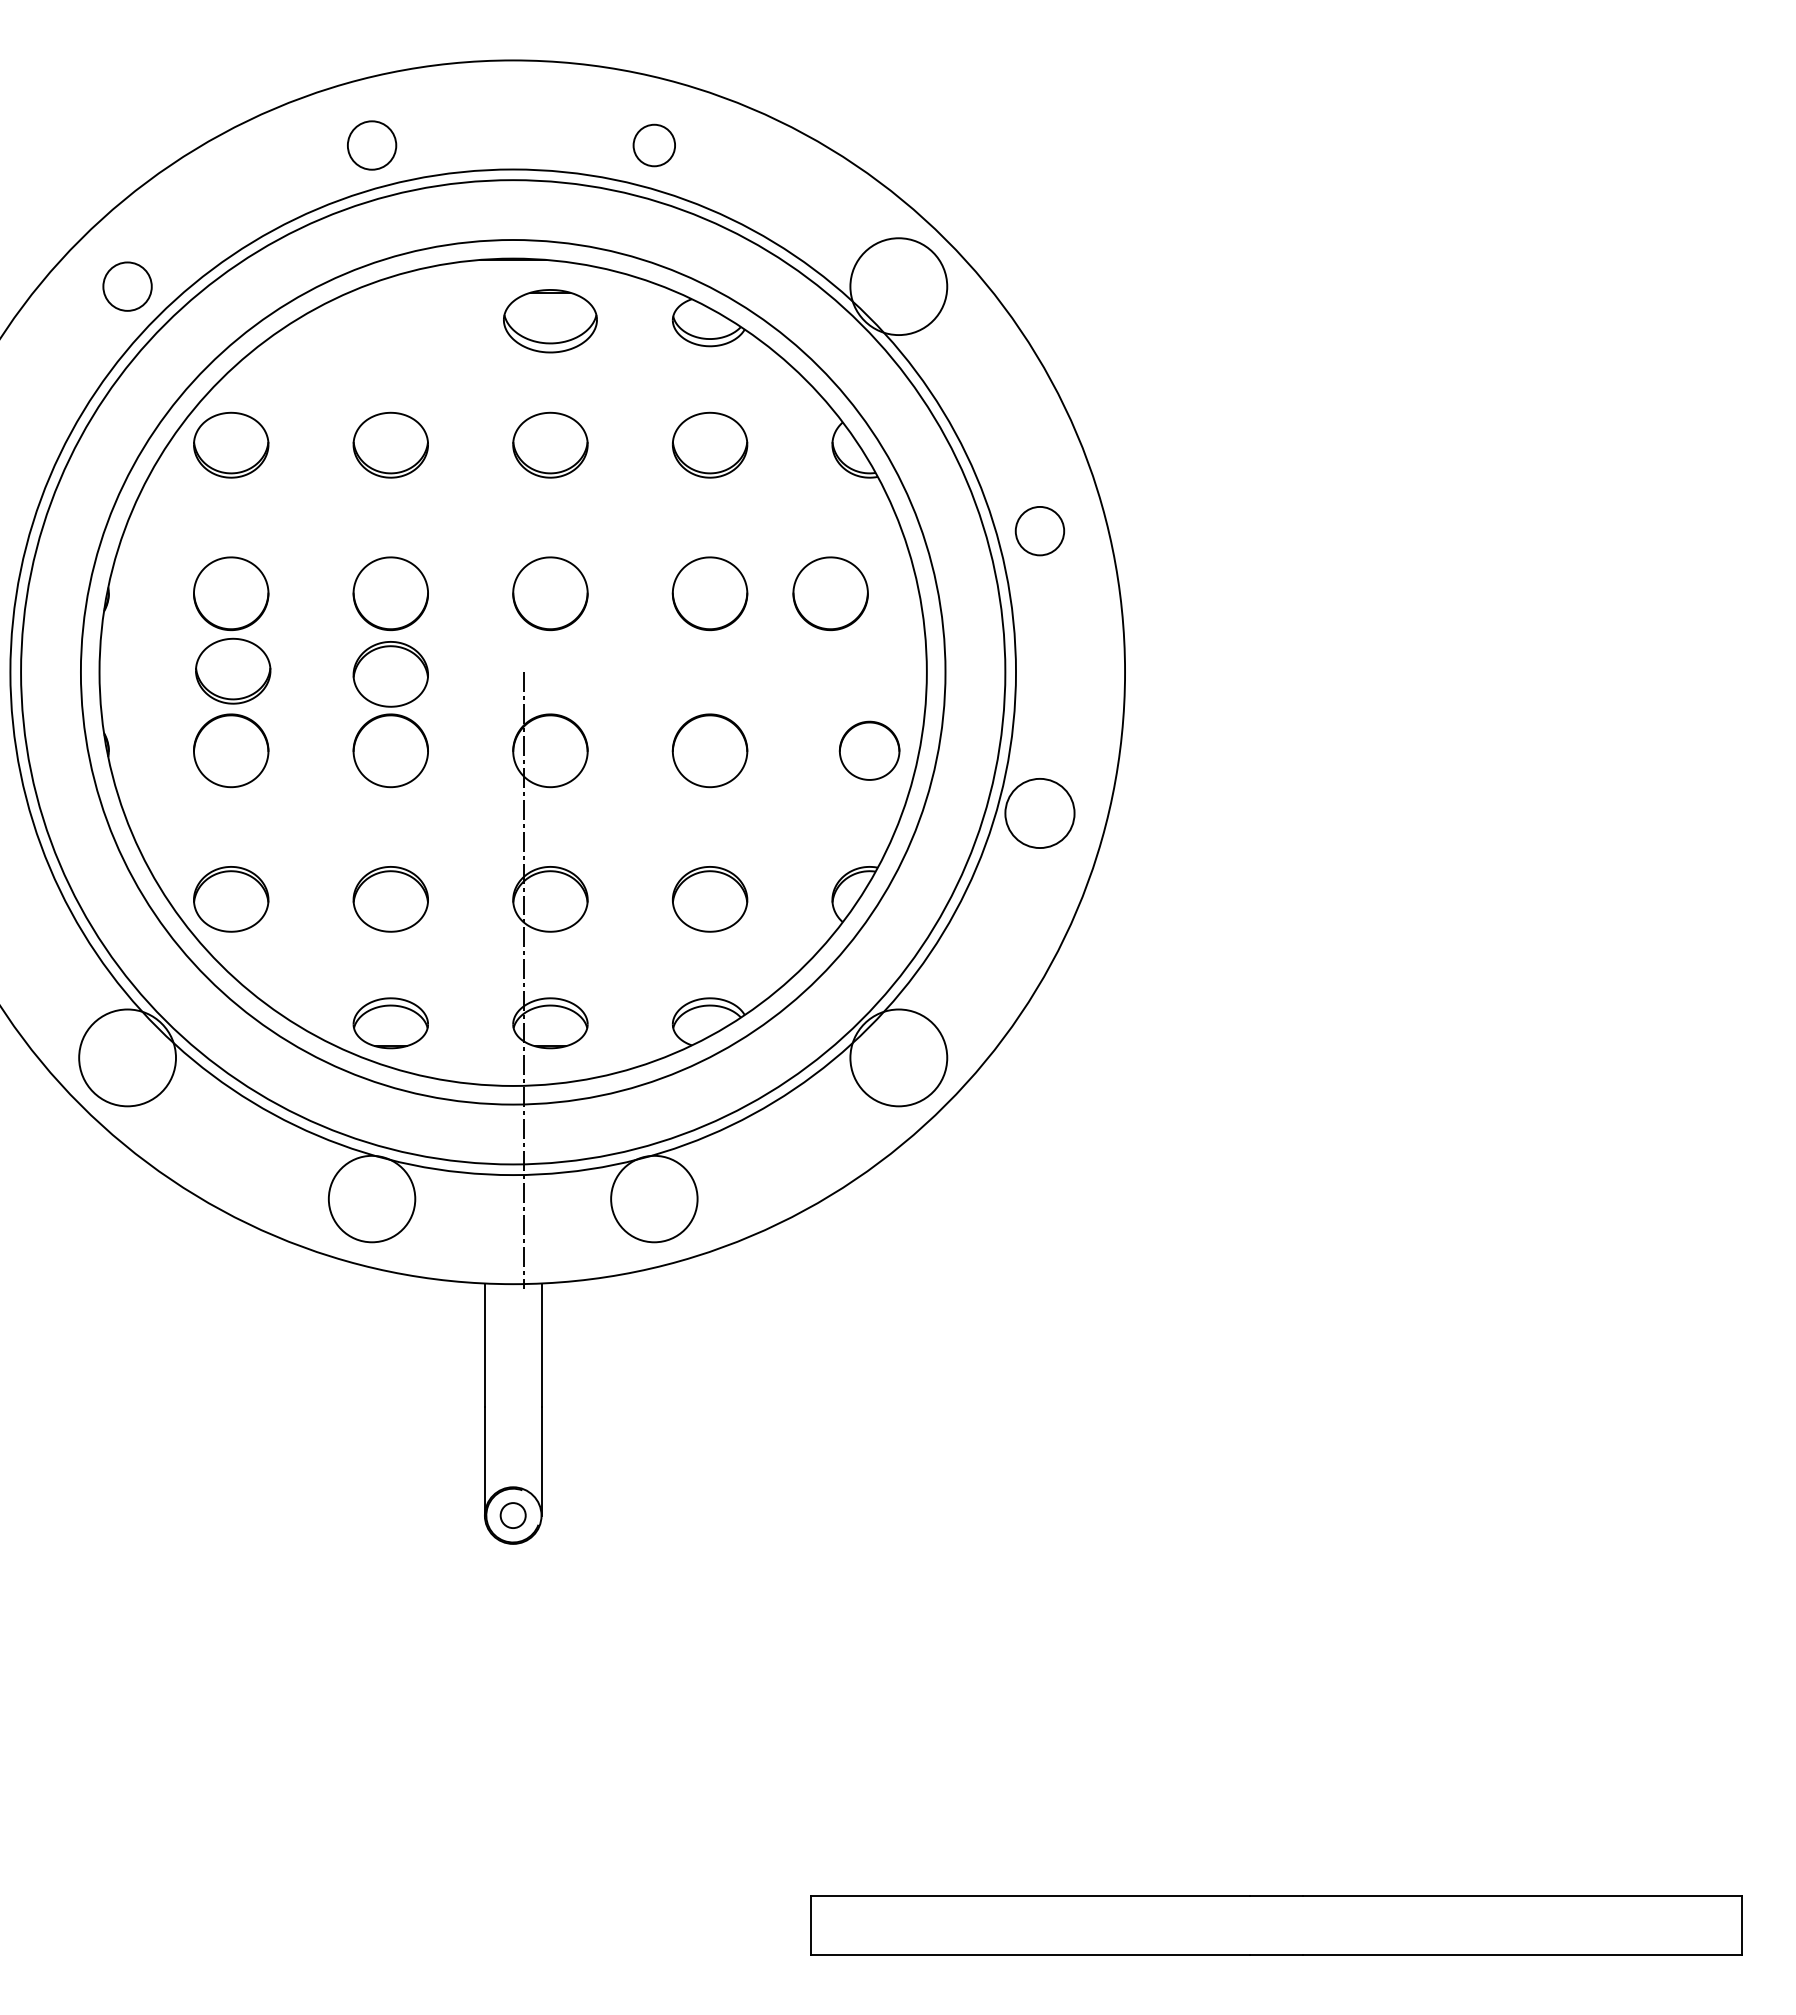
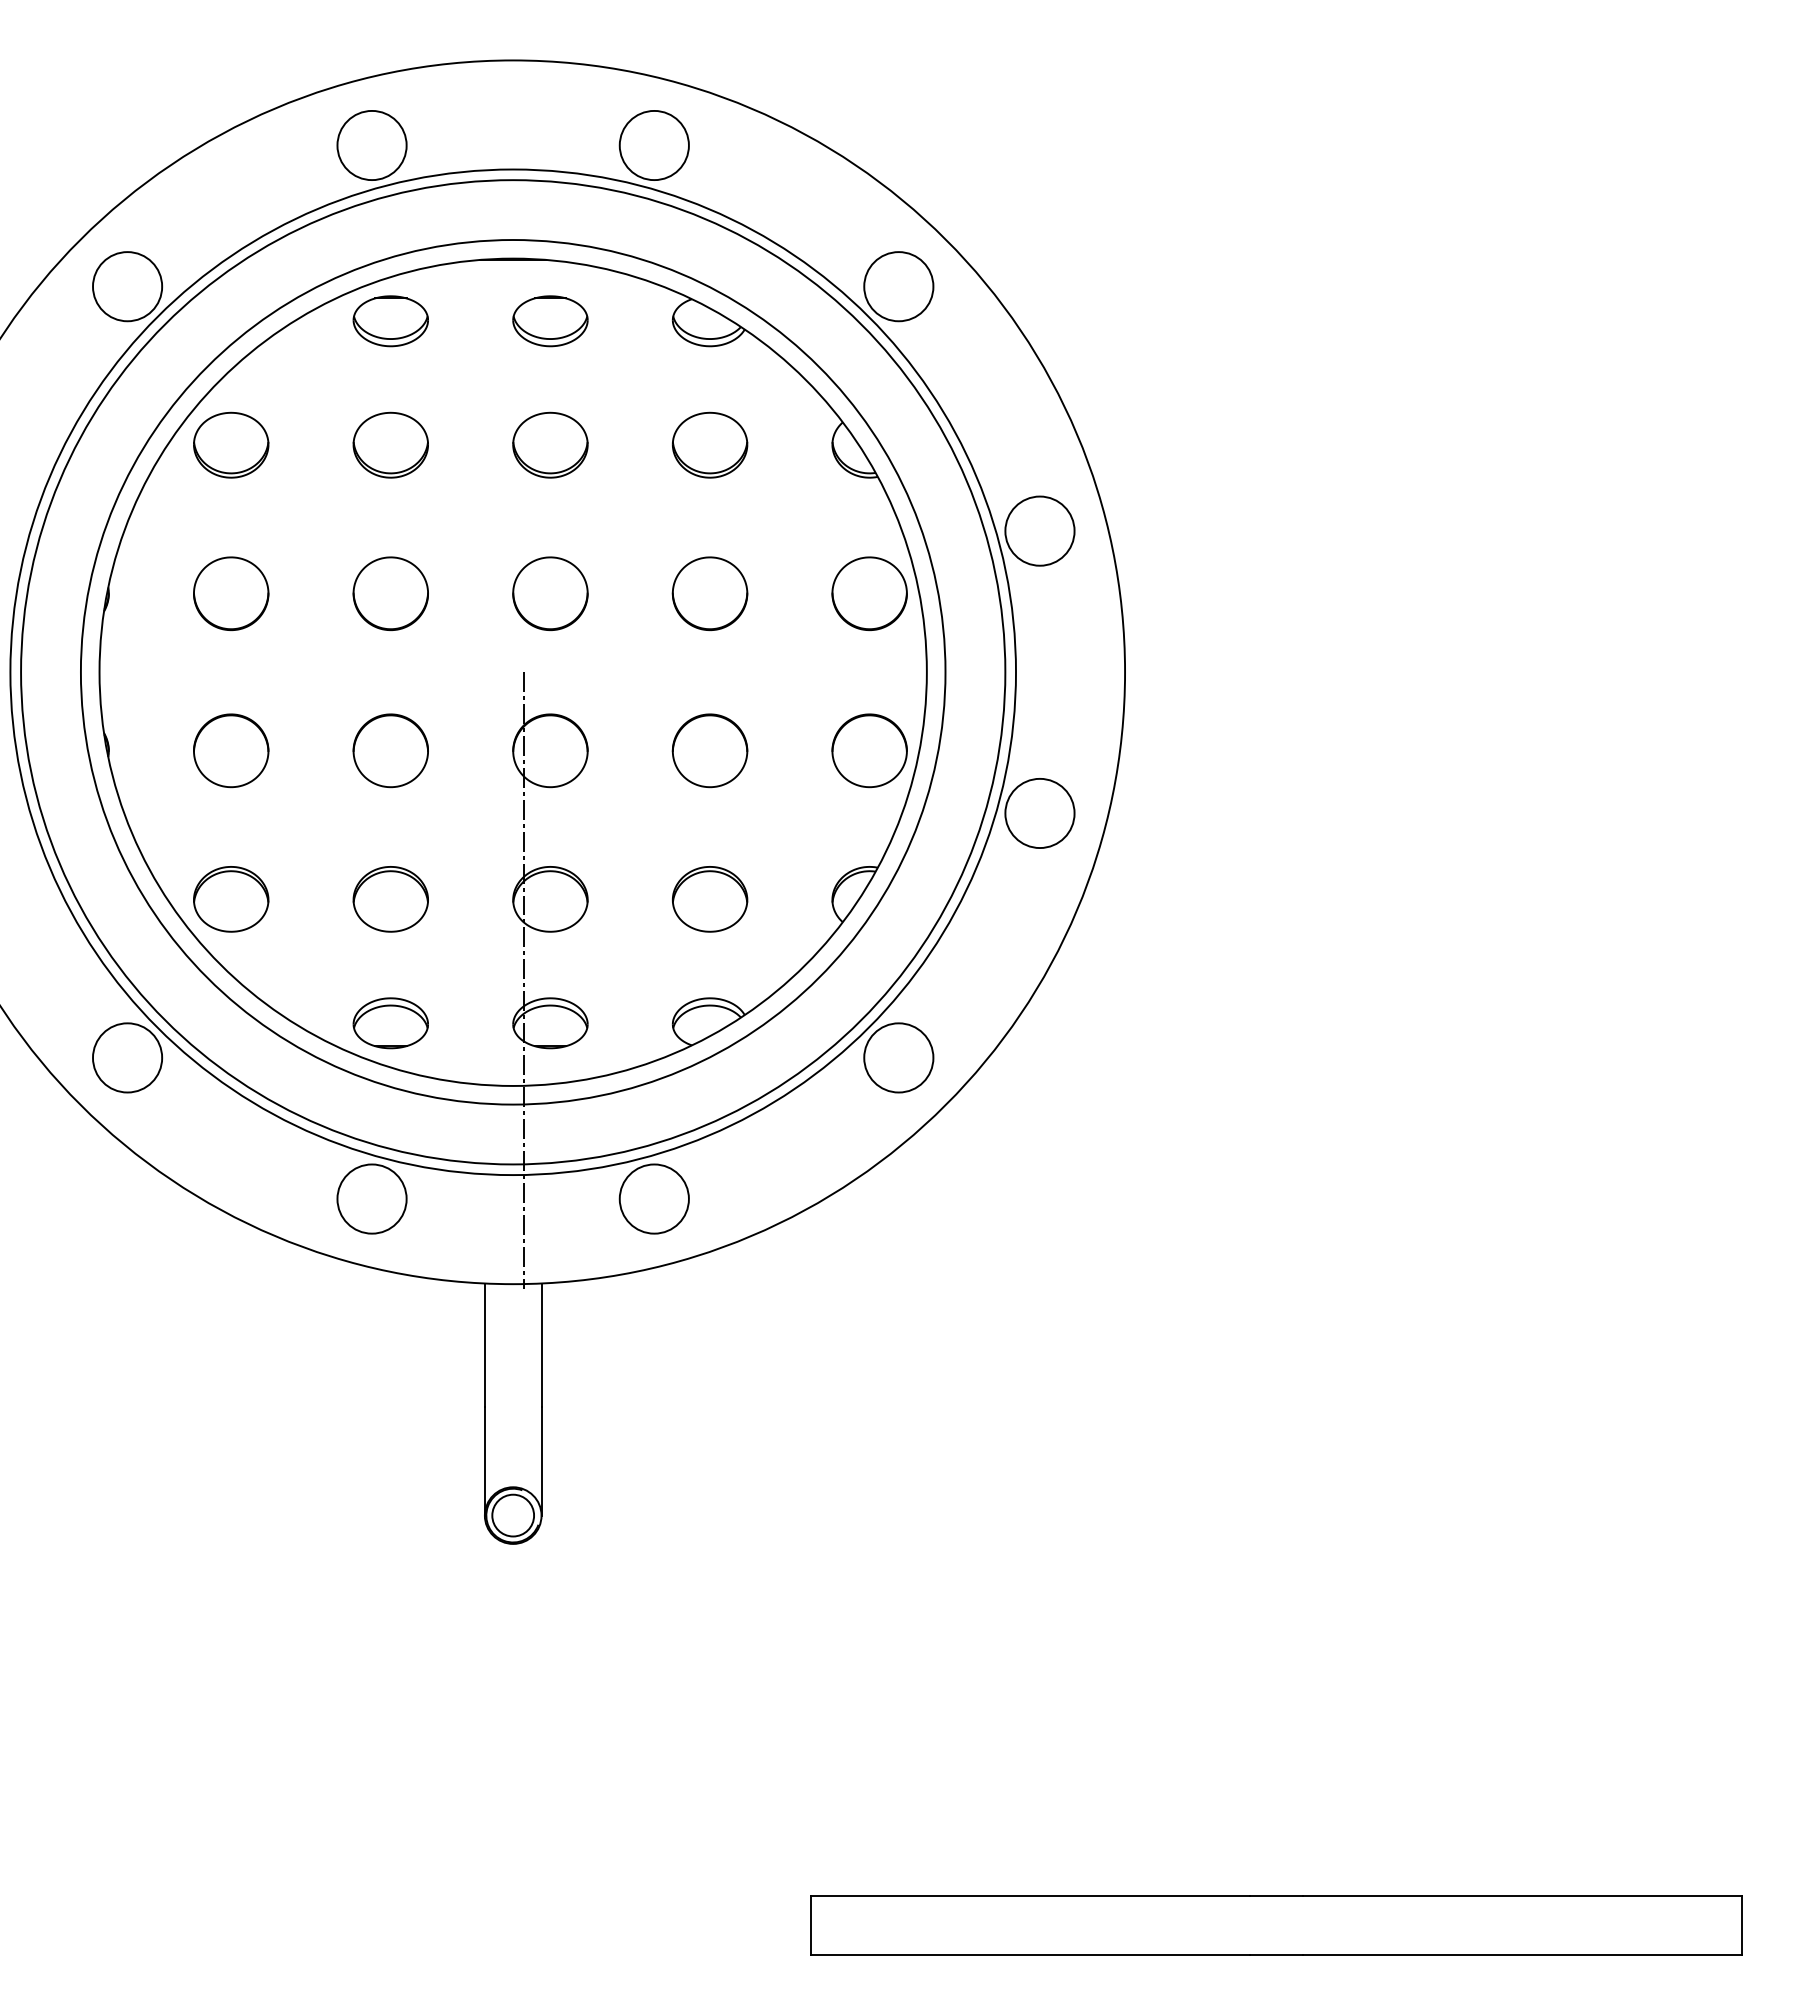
circle at (371, 145) diameter: 48 px -> 69 px
circle at (654, 145) diameter: 41 px -> 69 px
circle at (127, 286) diameter: 48 px -> 69 px
circle at (898, 286) diameter: 97 px -> 69 px
part at (390, 321): none -> present
part at (550, 321) size: 95x65 px -> 77x53 px
circle at (1039, 530) diameter: 48 px -> 69 px
part at (830, 593) position: (830, 593) -> (869, 593)
part at (233, 670): present -> none
part at (390, 674): present -> none
part at (869, 750) size: 63x61 px -> 77x76 px
circle at (127, 1057) diameter: 97 px -> 69 px
circle at (898, 1057) diameter: 97 px -> 69 px
circle at (371, 1198) diameter: 86 px -> 69 px
circle at (654, 1198) diameter: 86 px -> 69 px
circle at (512, 1515) diameter: 25 px -> 42 px
